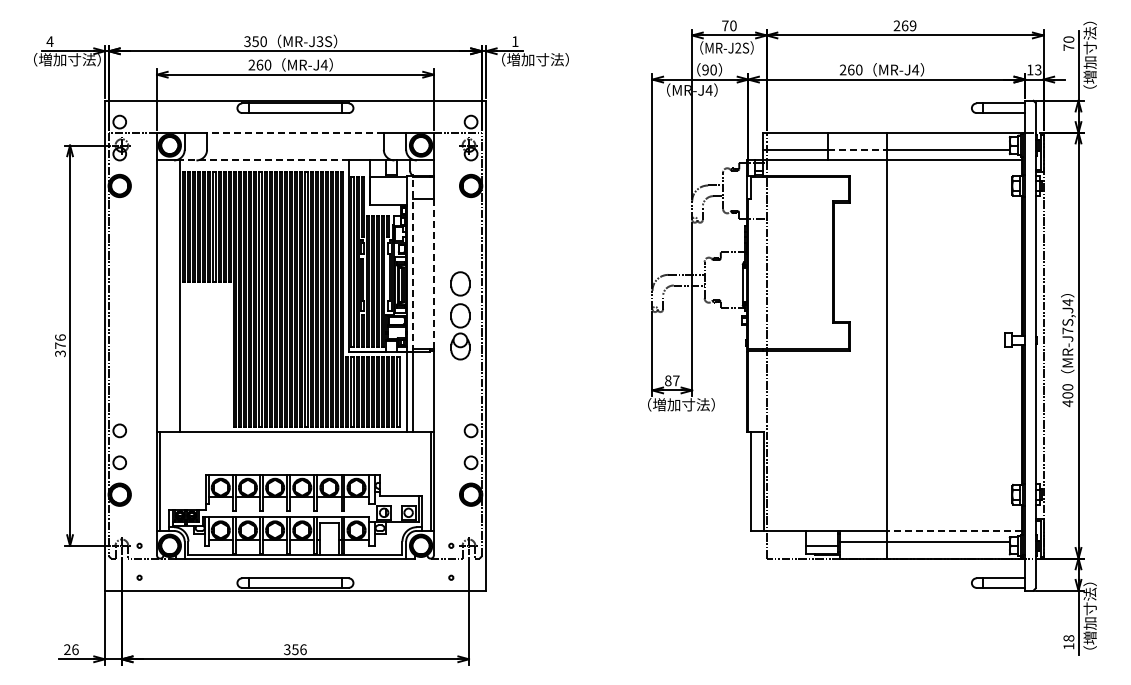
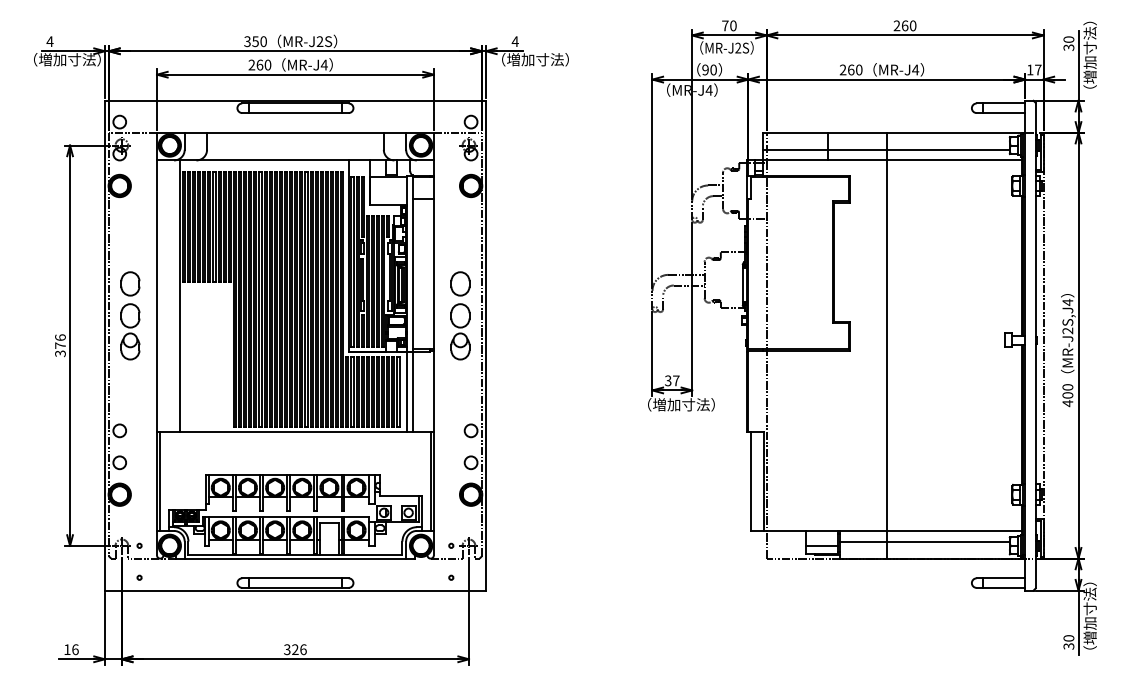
text at (912, 25): 269 -> 260
text at (514, 41): 1 -> 4
text at (319, 42): MR-J3S -> MR-J2S
text at (1068, 47): 70 -> 30
text at (1038, 69): 13 -> 17
line at (294, 132): dashed -> solid
line at (857, 149): dashed -> solid
line at (263, 160): dashed -> solid
line at (412, 264): dashed -> solid
line at (433, 274): dashed -> solid
part at (130, 315): none -> present
text at (1067, 330): MR-J7S,J4 -> MR-J2S,J4
text at (668, 380): 87 -> 37
line at (954, 530): dashed -> solid
text at (1068, 642): 18 -> 30
text at (67, 649): 26 -> 16
text at (295, 649): 356 -> 326
